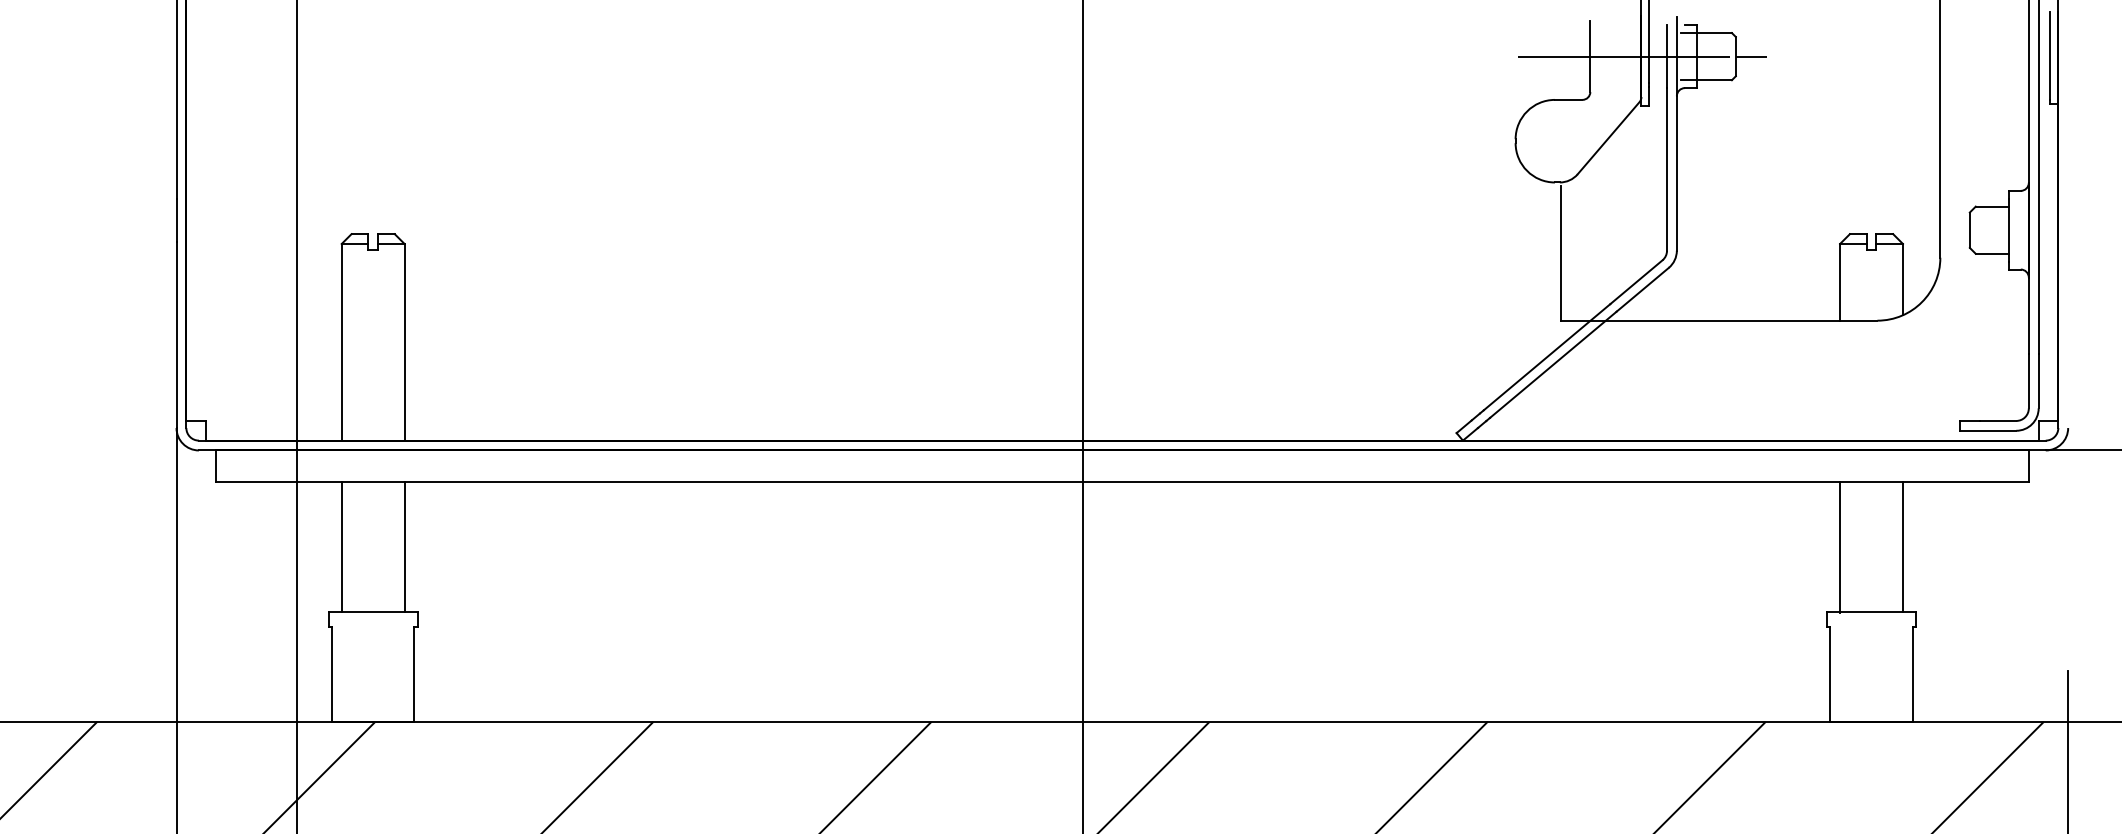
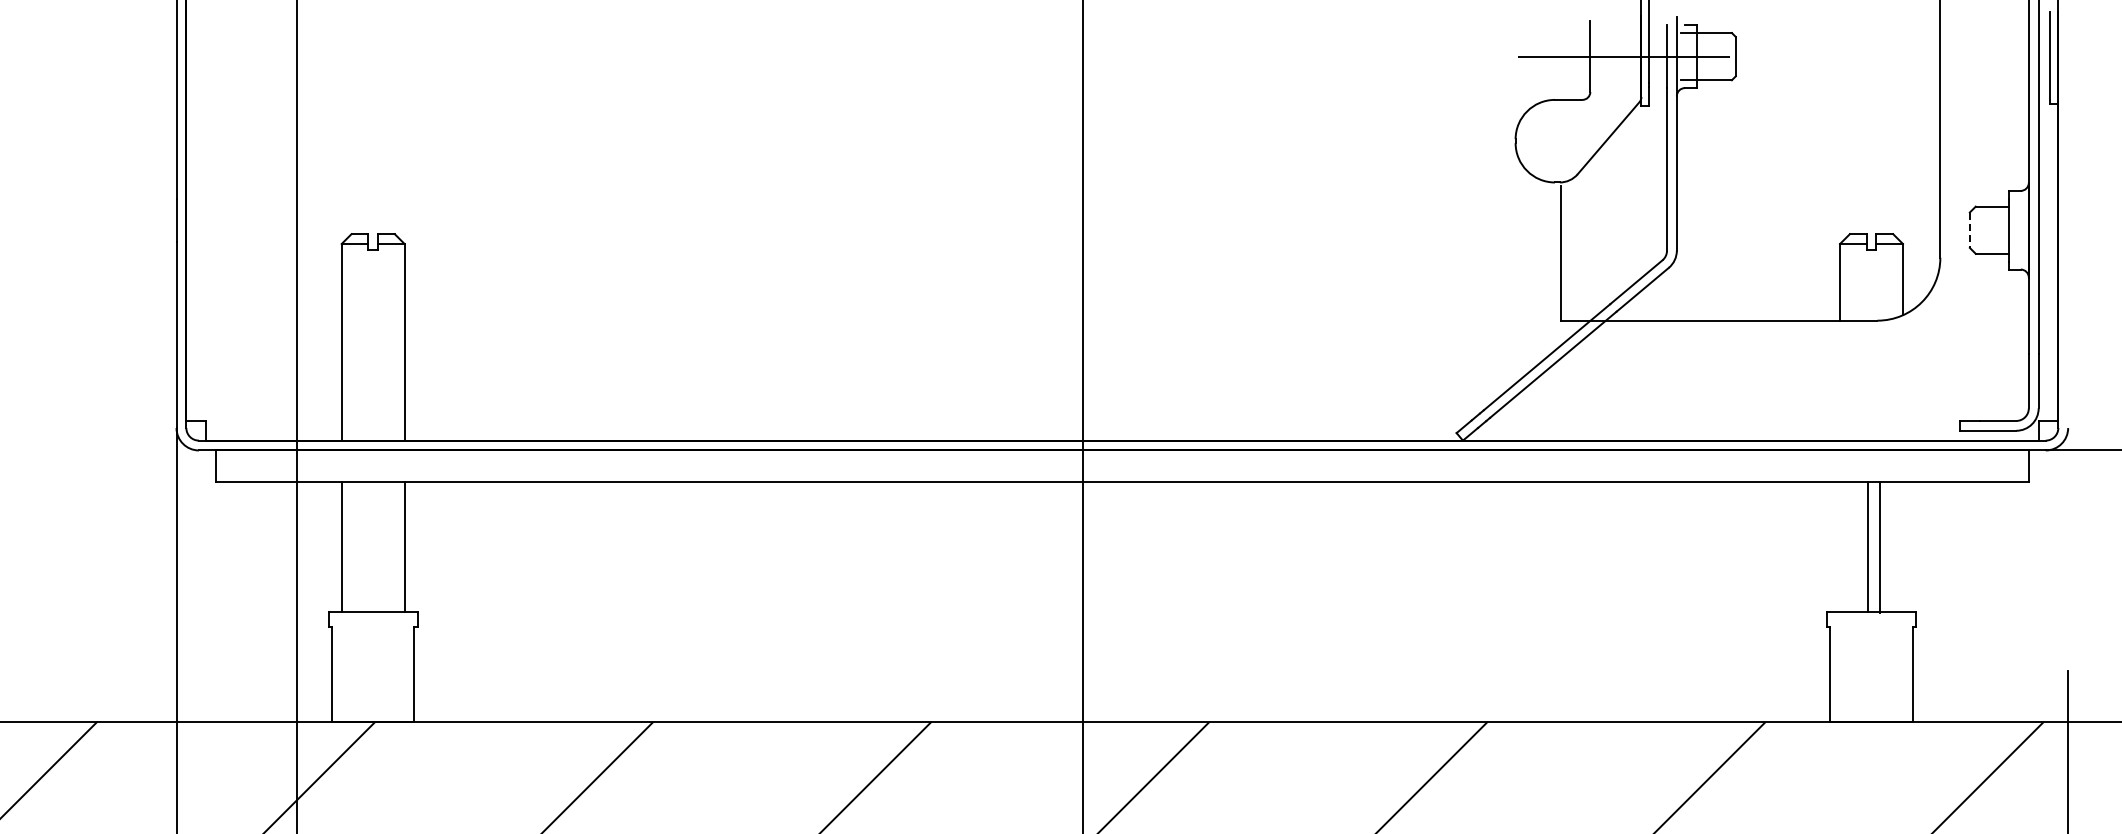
line at (1751, 56): present -> none
line at (1969, 230): solid -> dashed
line at (1840, 546) position: (1840, 546) -> (1880, 546)
line at (1902, 546) position: (1902, 546) -> (1867, 546)
